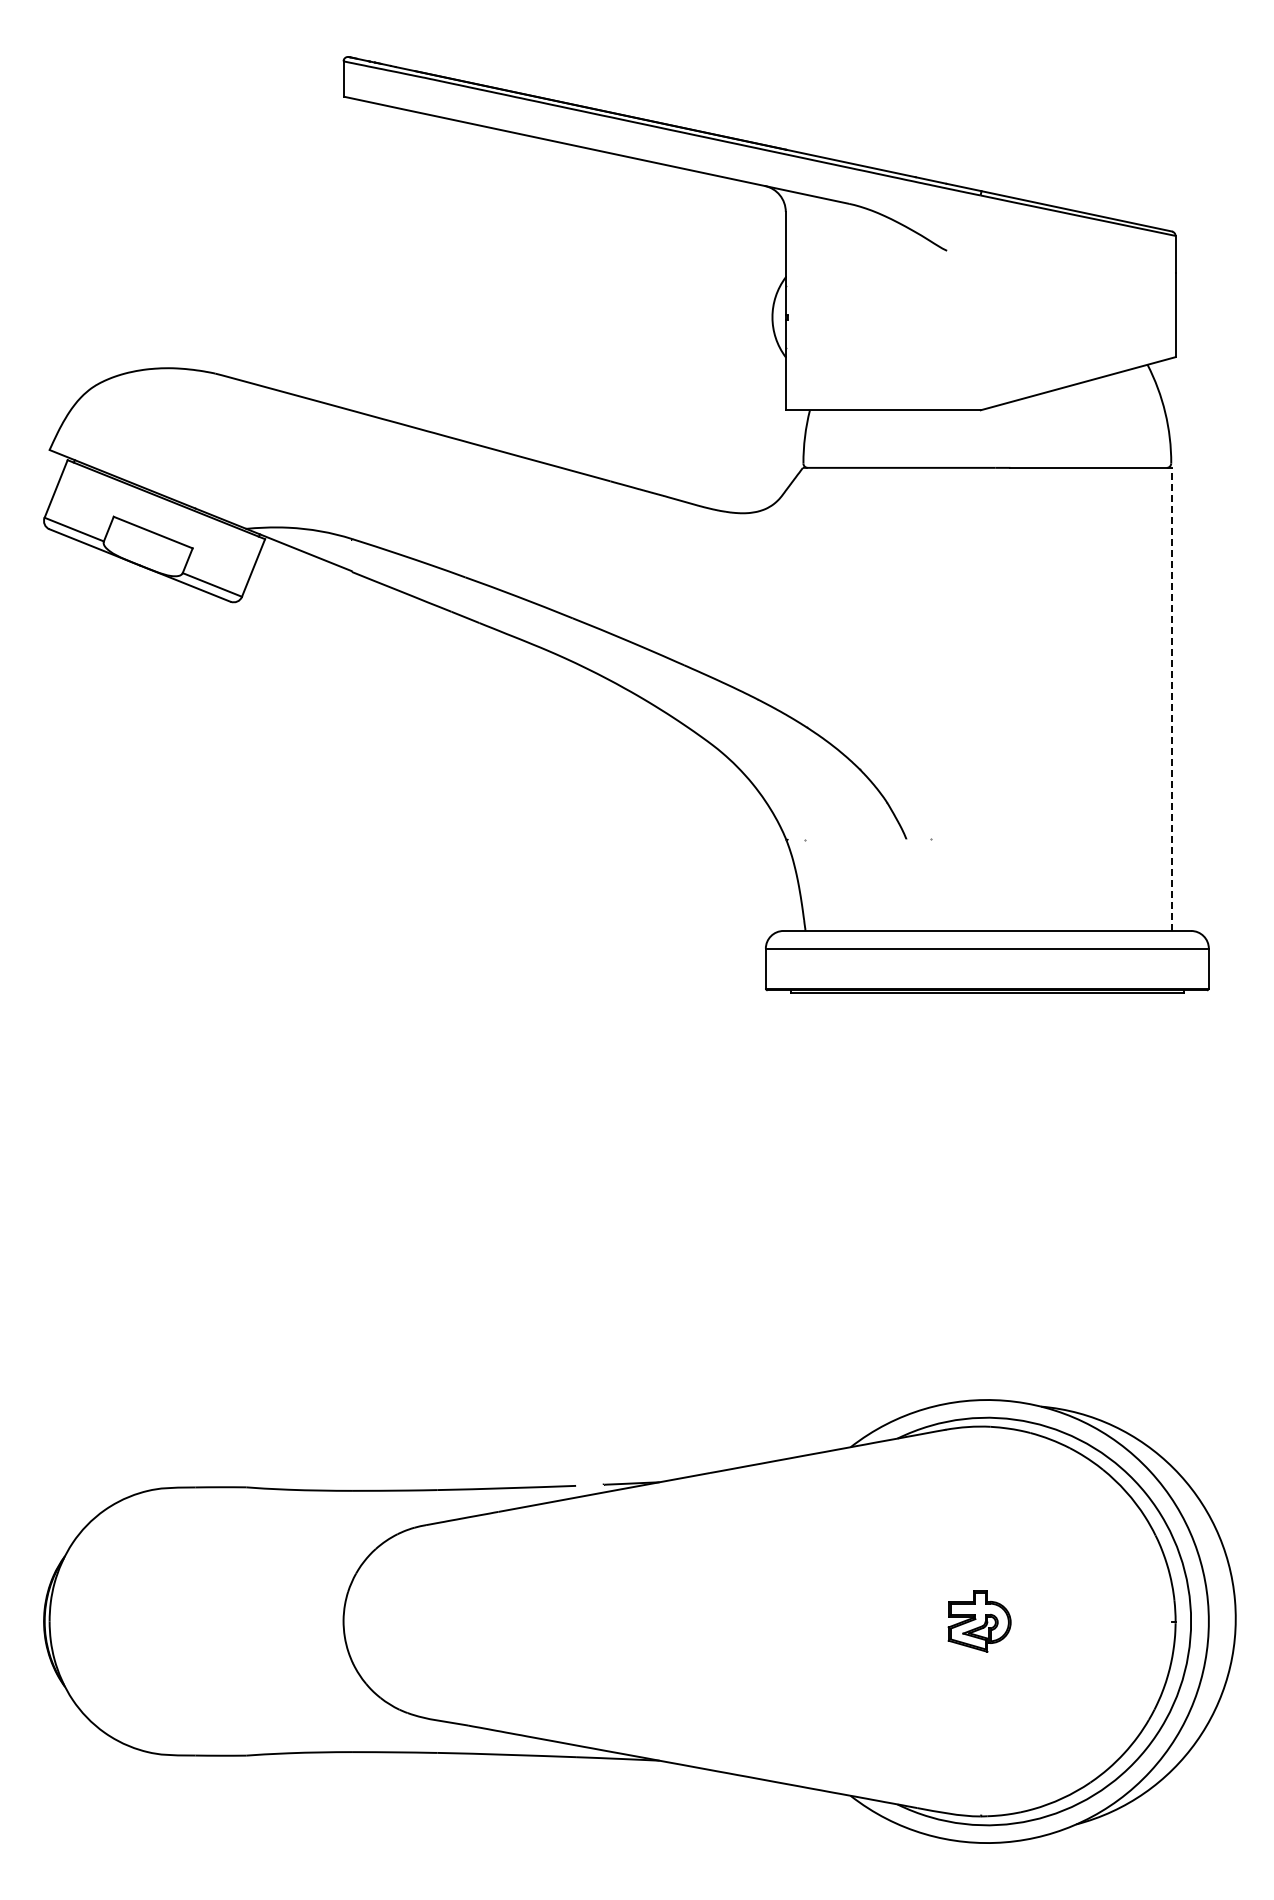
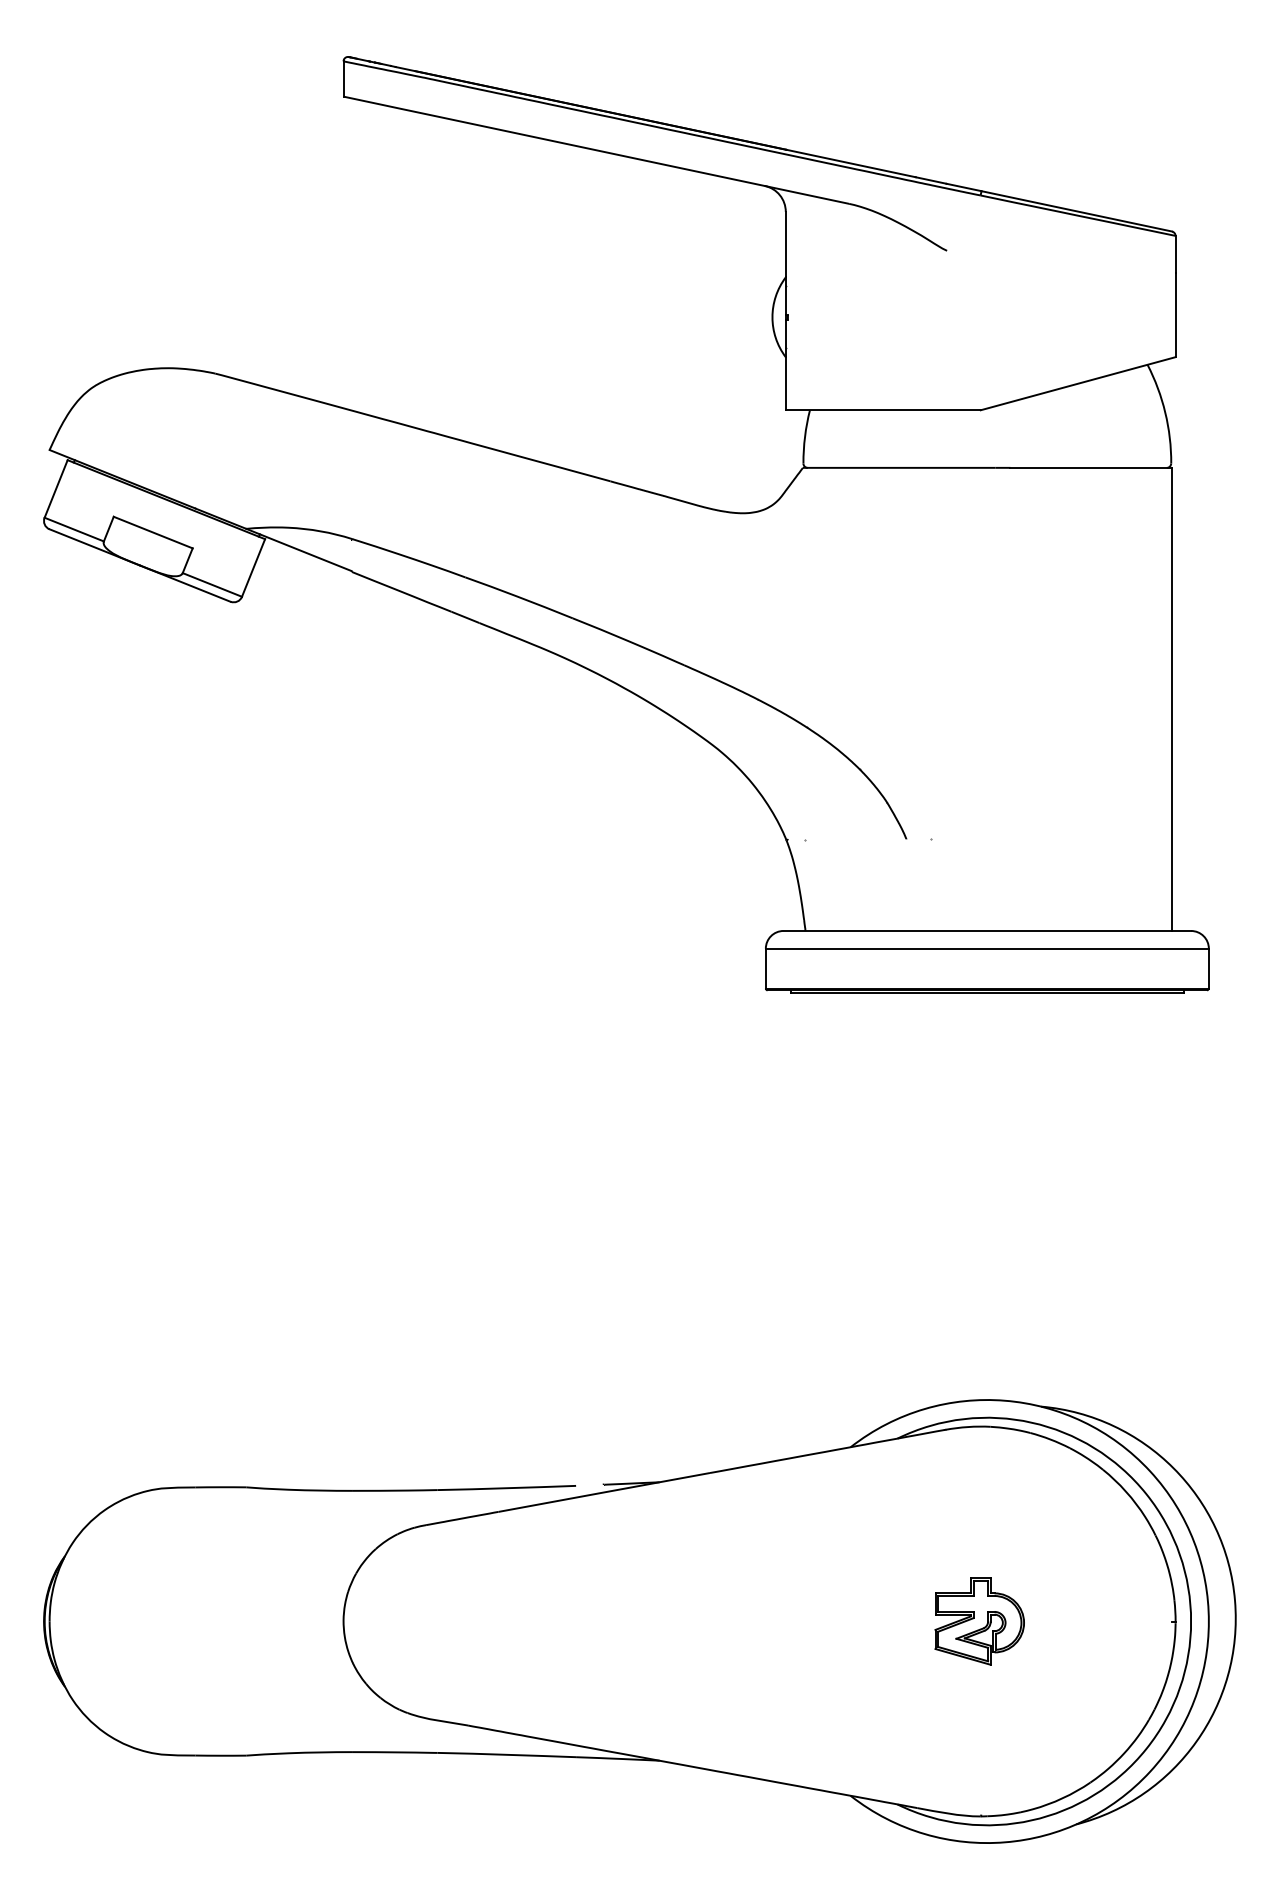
line at (1171, 699): dashed -> solid
part at (979, 1621) size: 65x63 px -> 91x89 px
